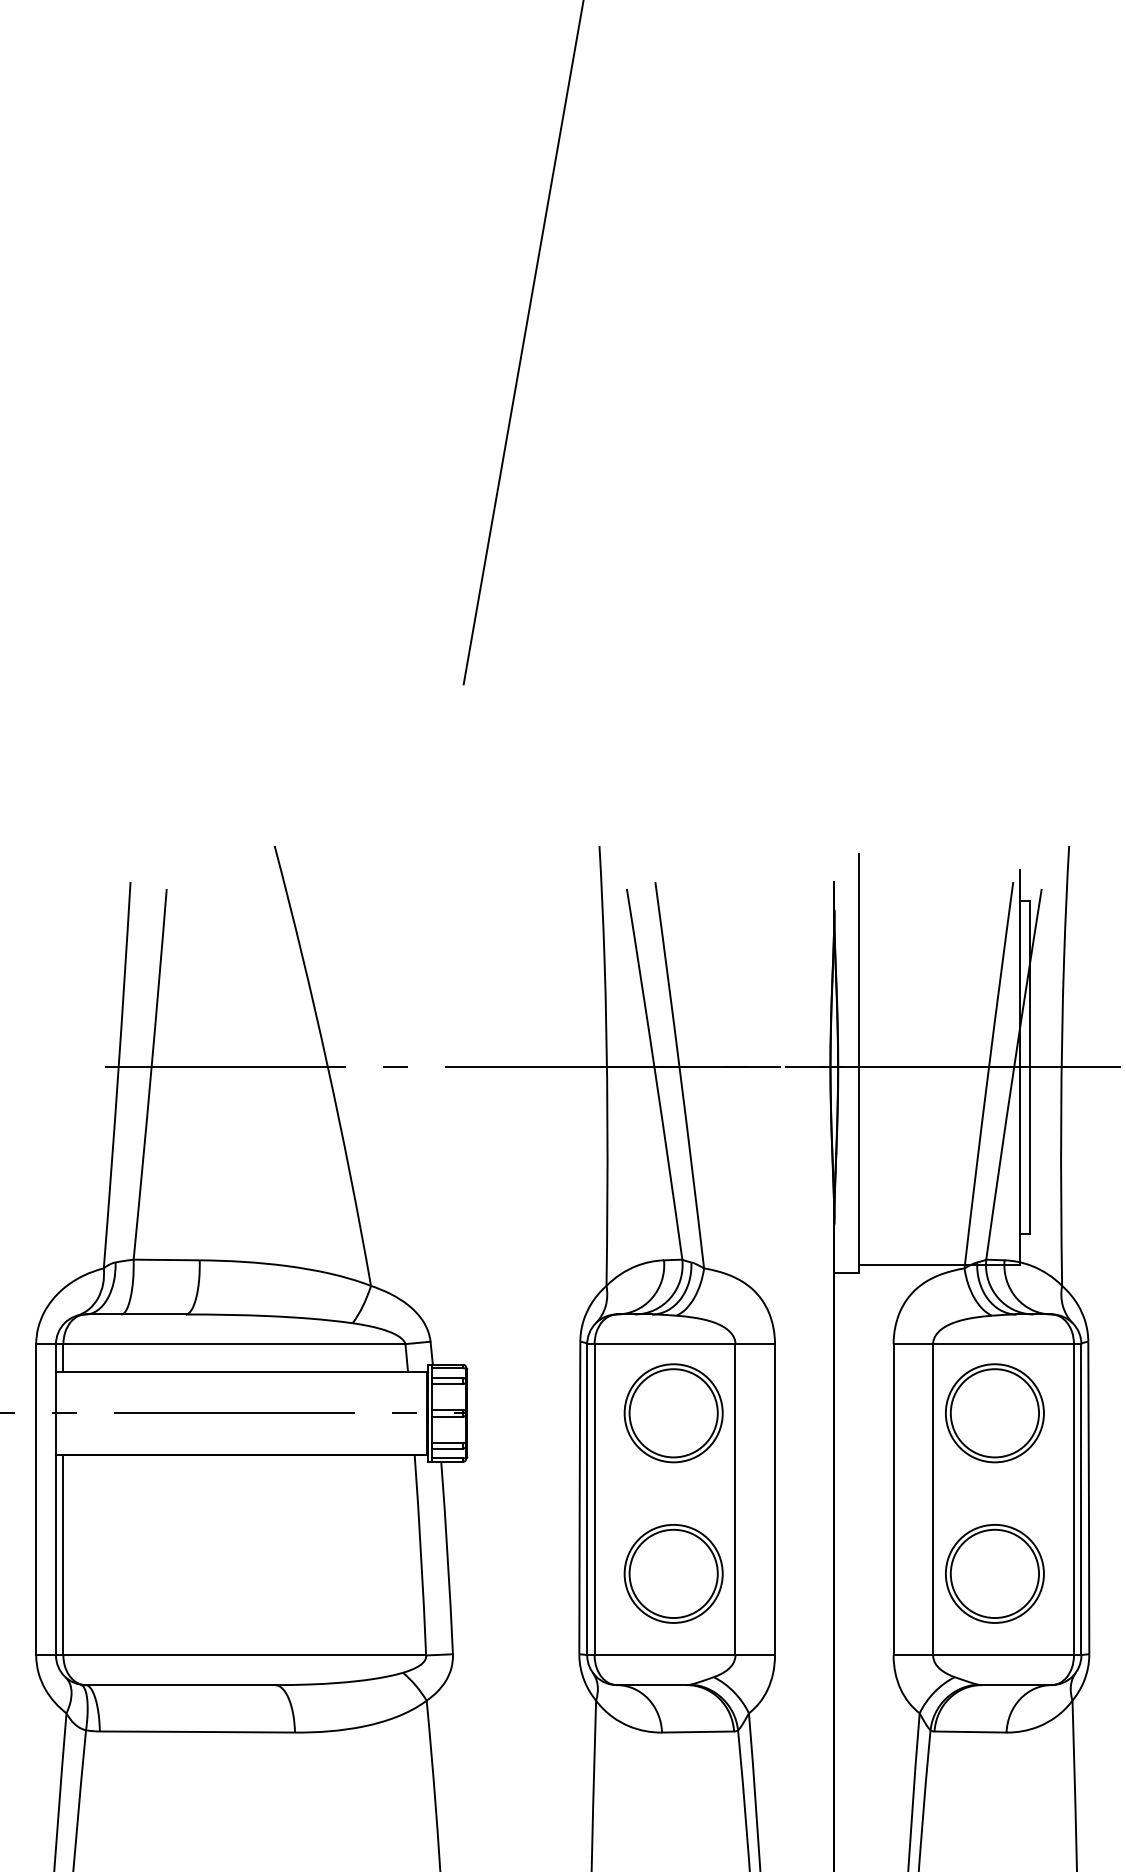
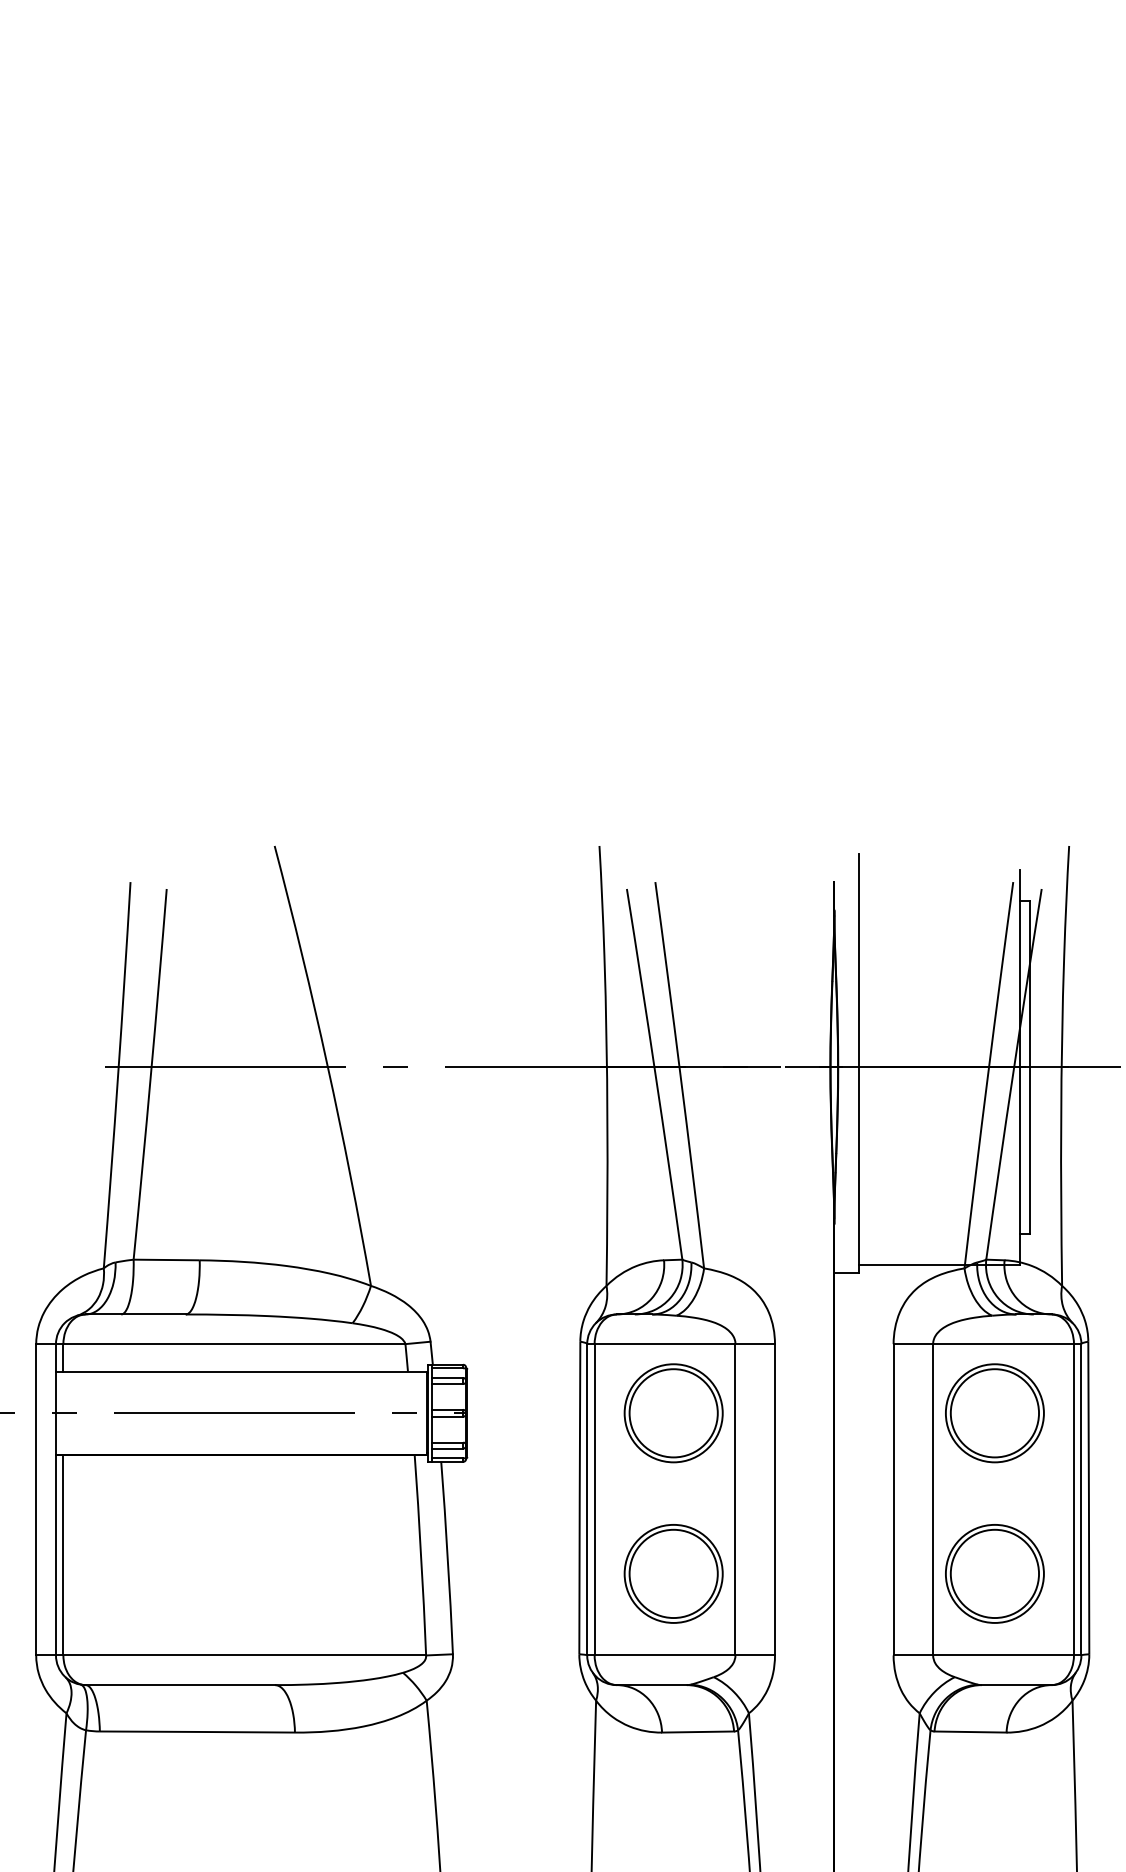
line at (523, 343): present -> none
